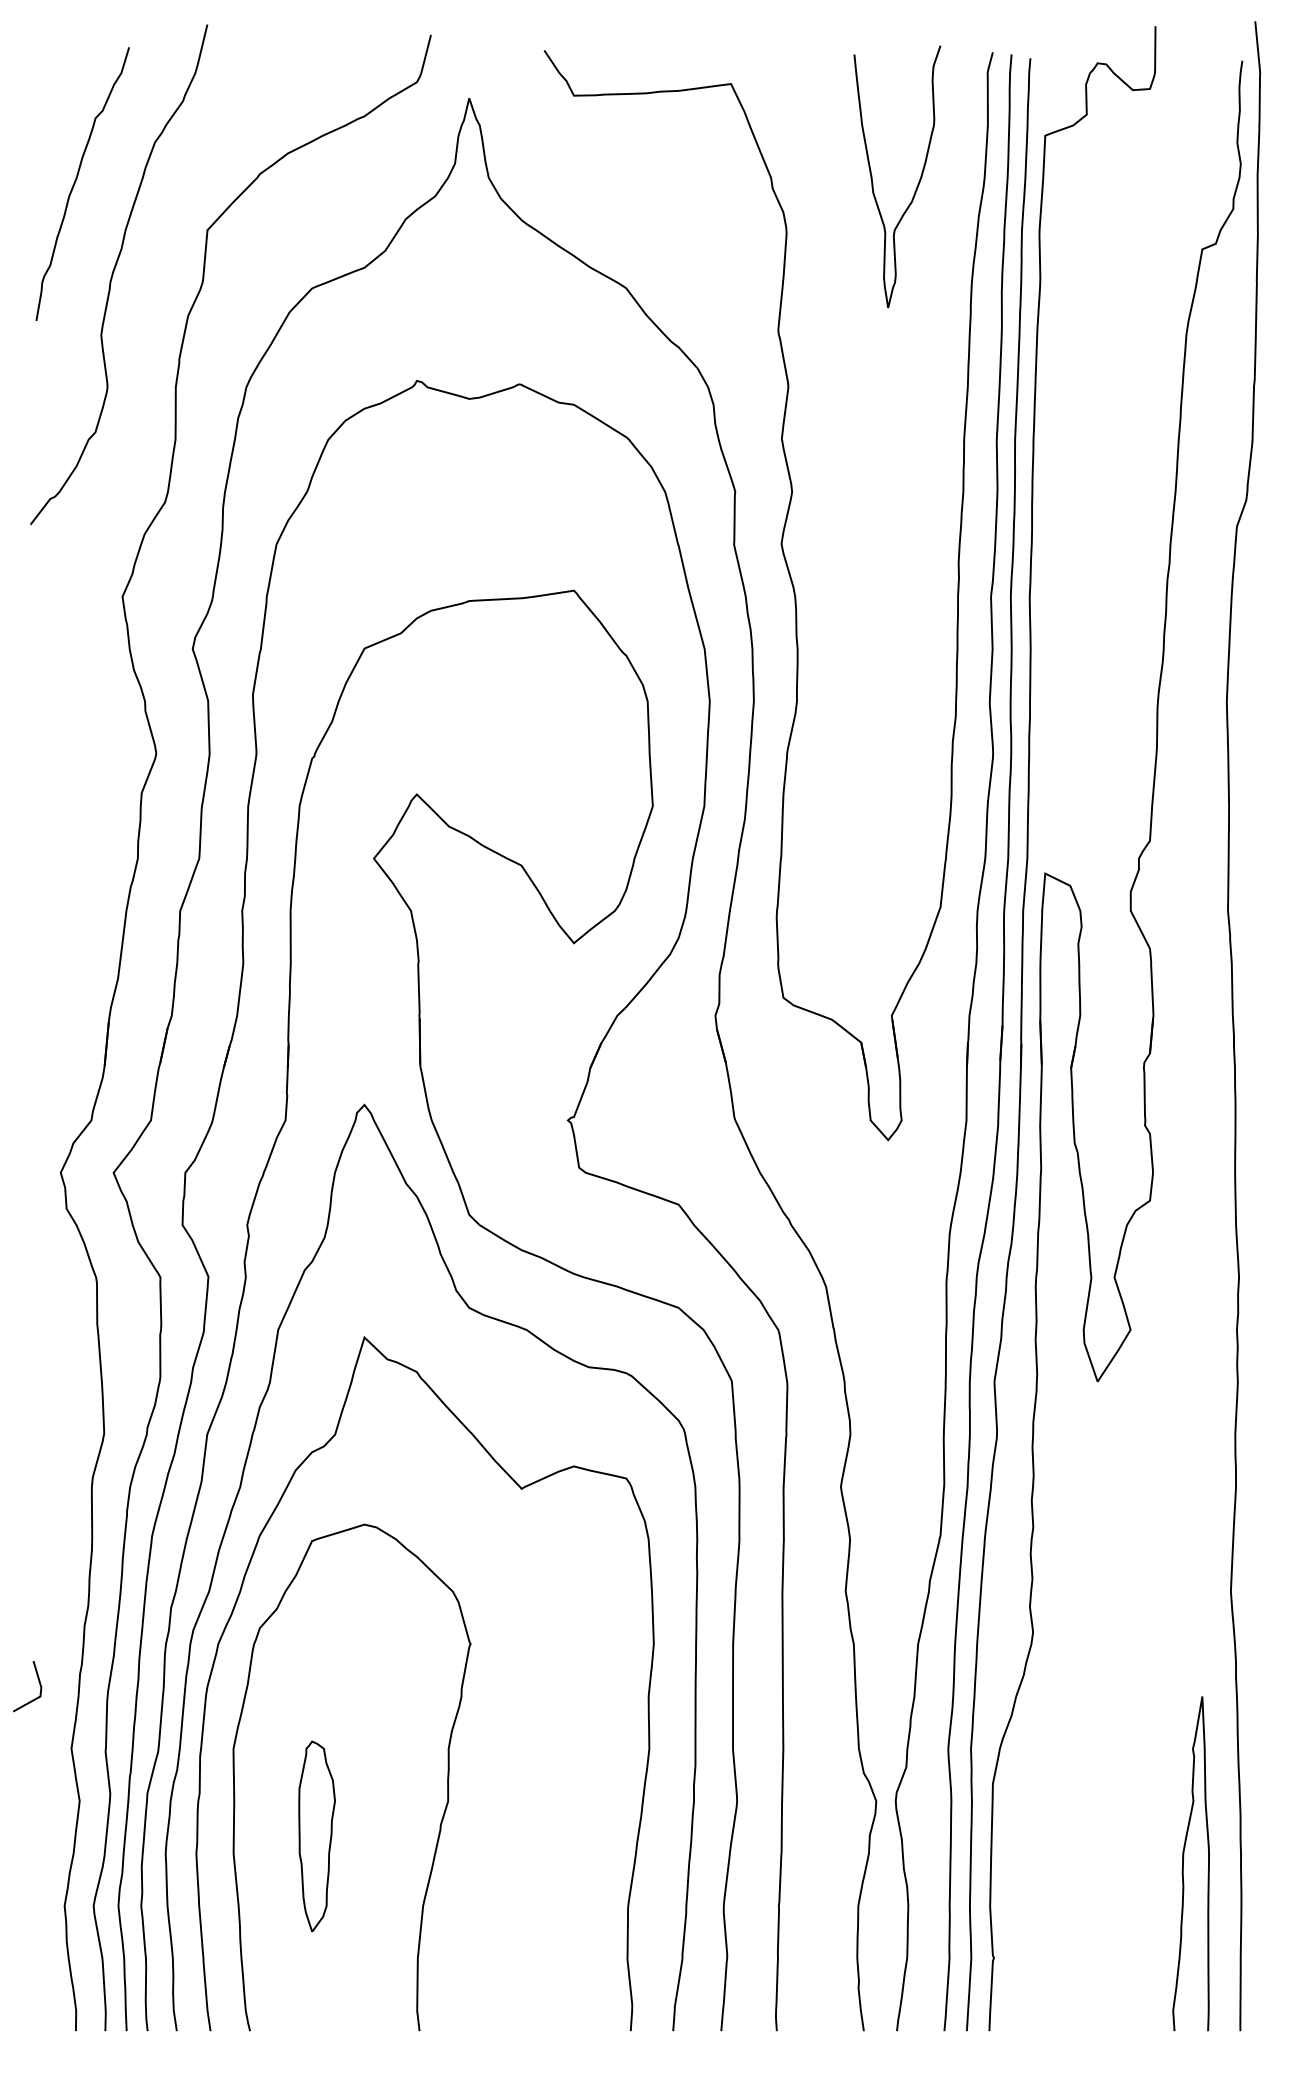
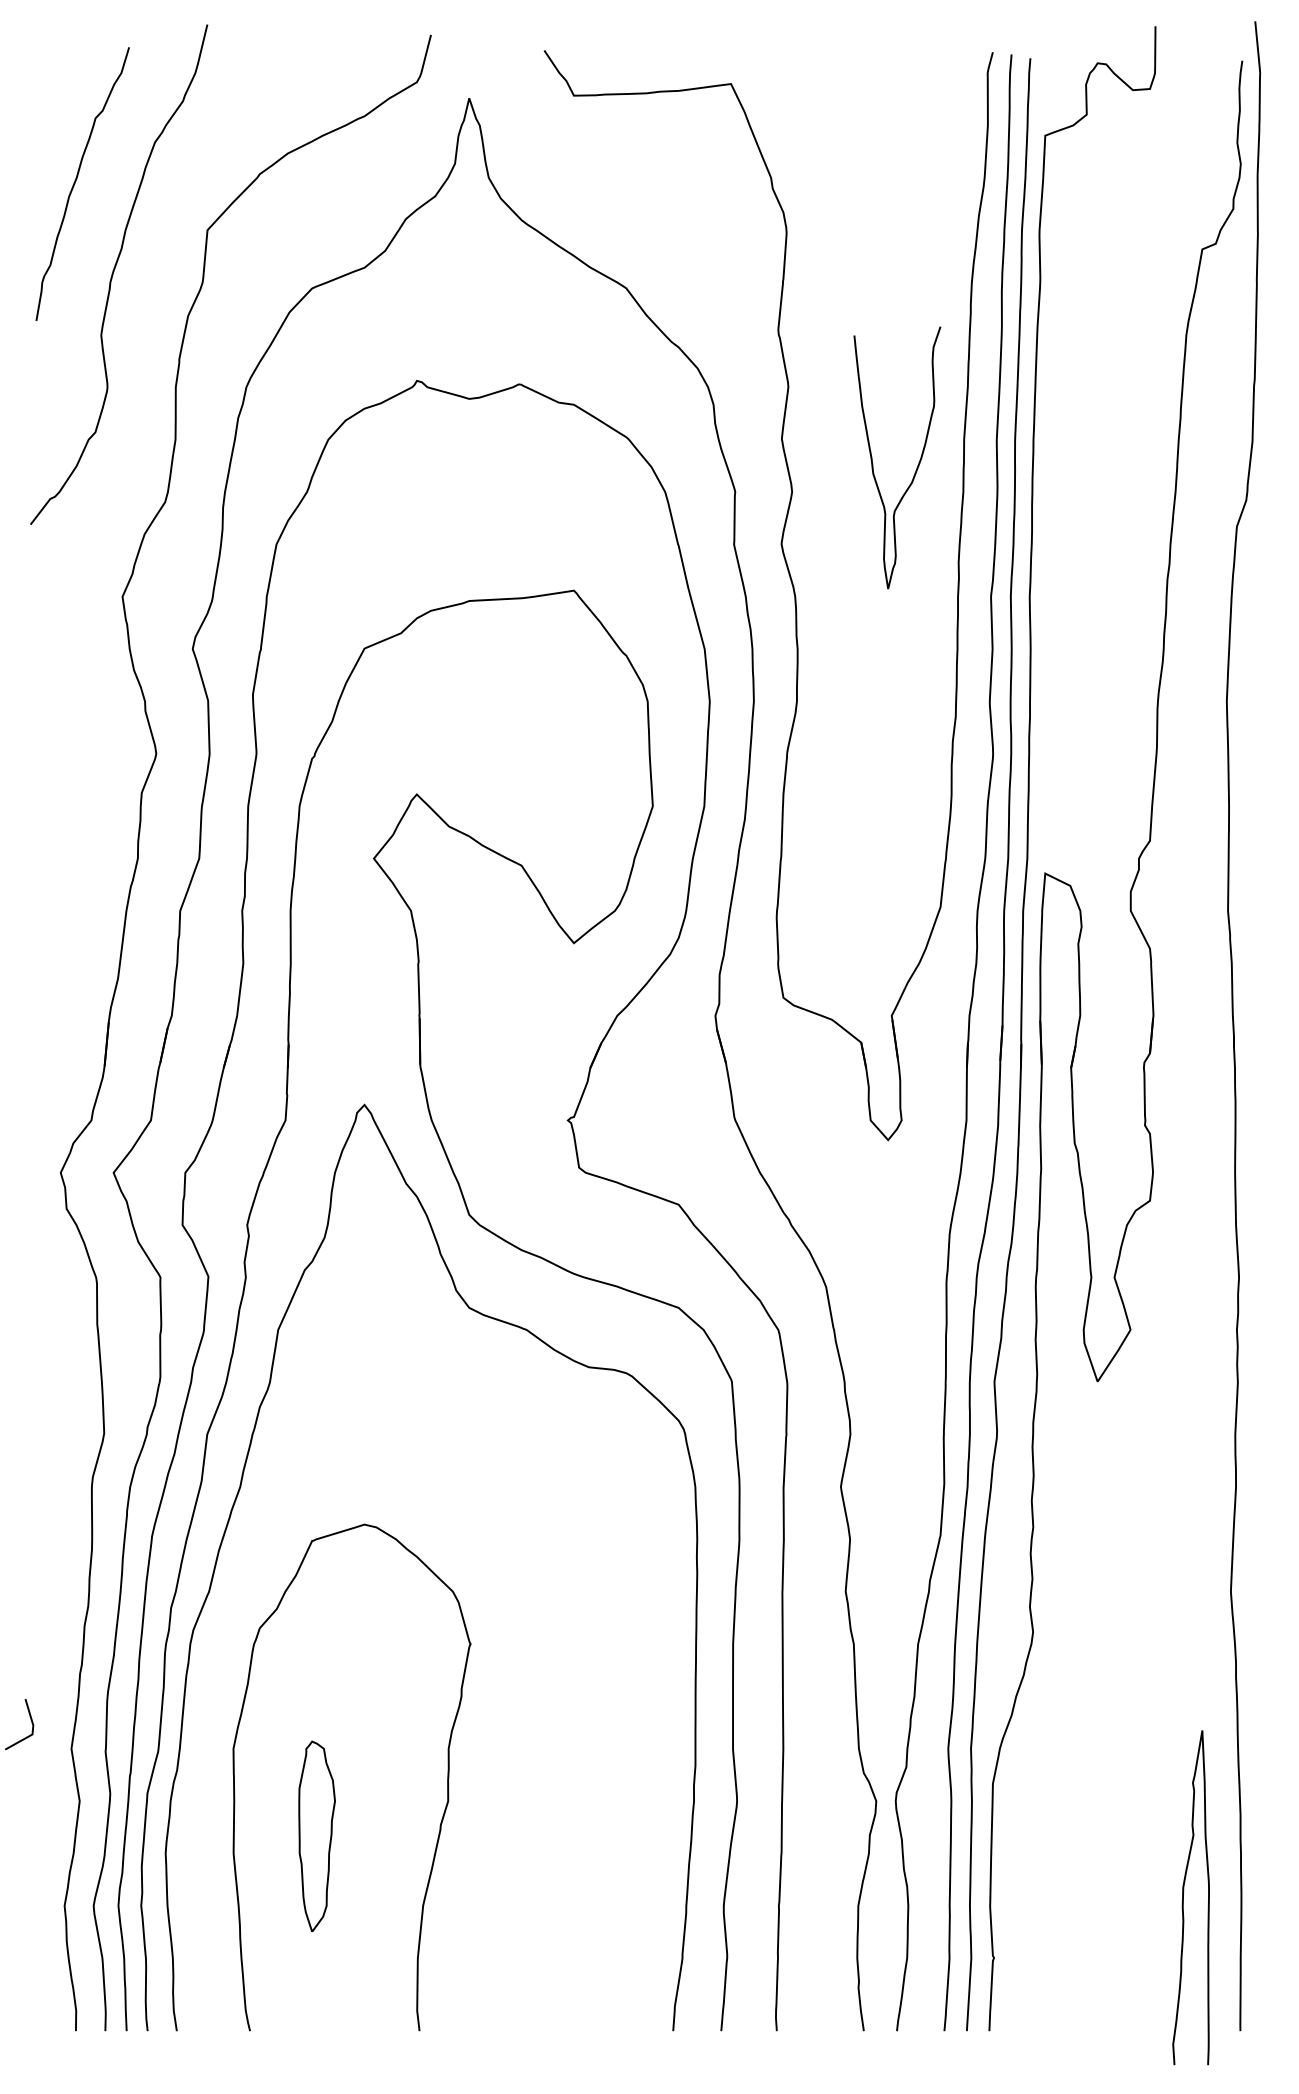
curve at (916, 186) position: (916, 186) -> (916, 467)
curve at (232, 1615): present -> none
line at (38, 1682) position: (38, 1682) -> (30, 1720)
curve at (1183, 1863) position: (1183, 1863) -> (1183, 1897)
